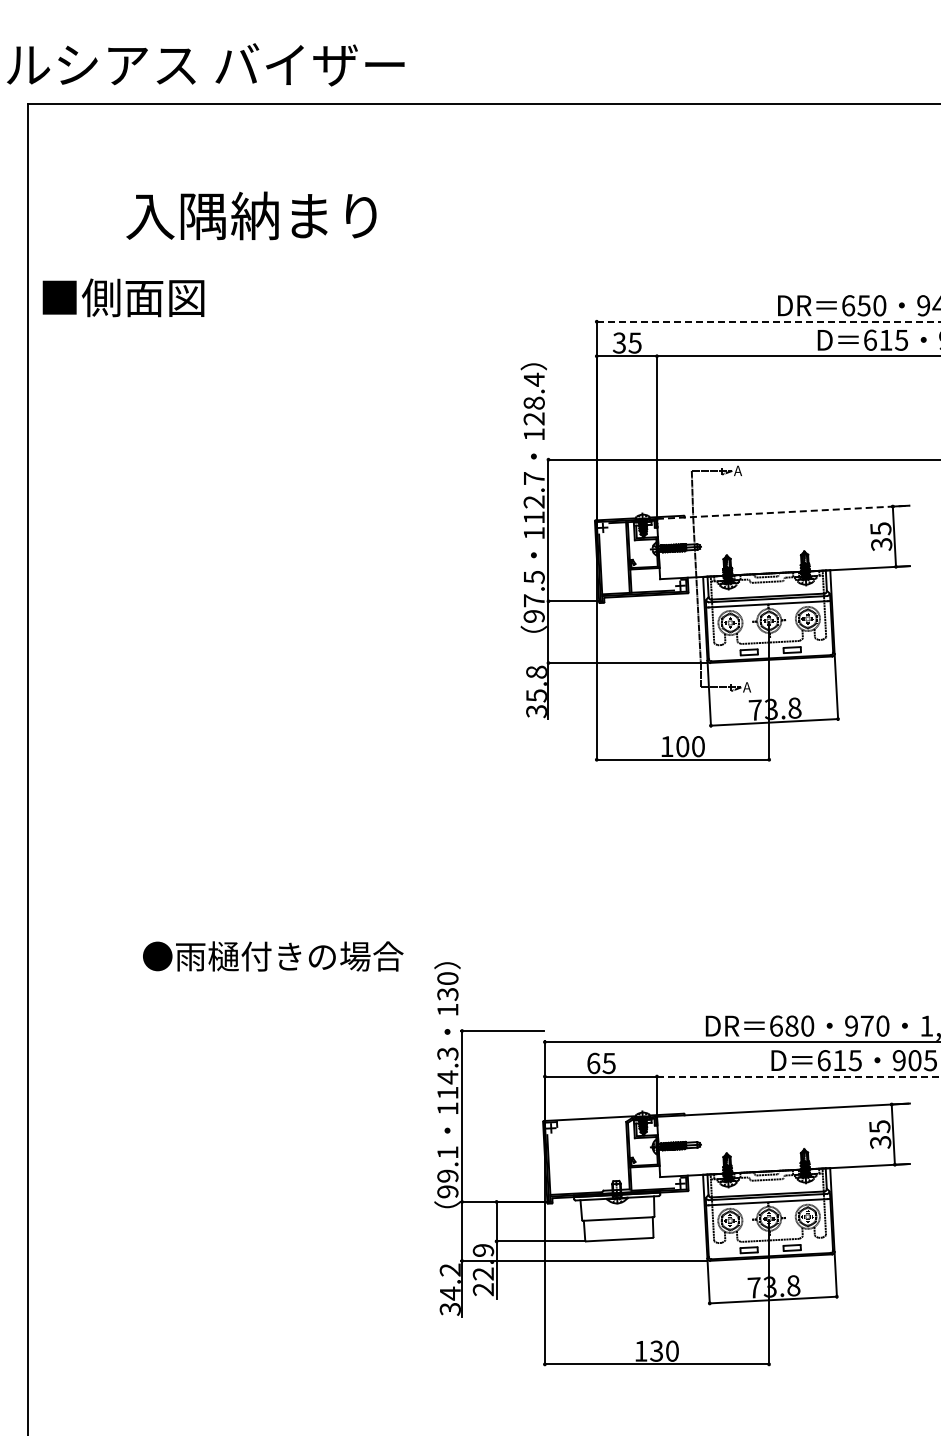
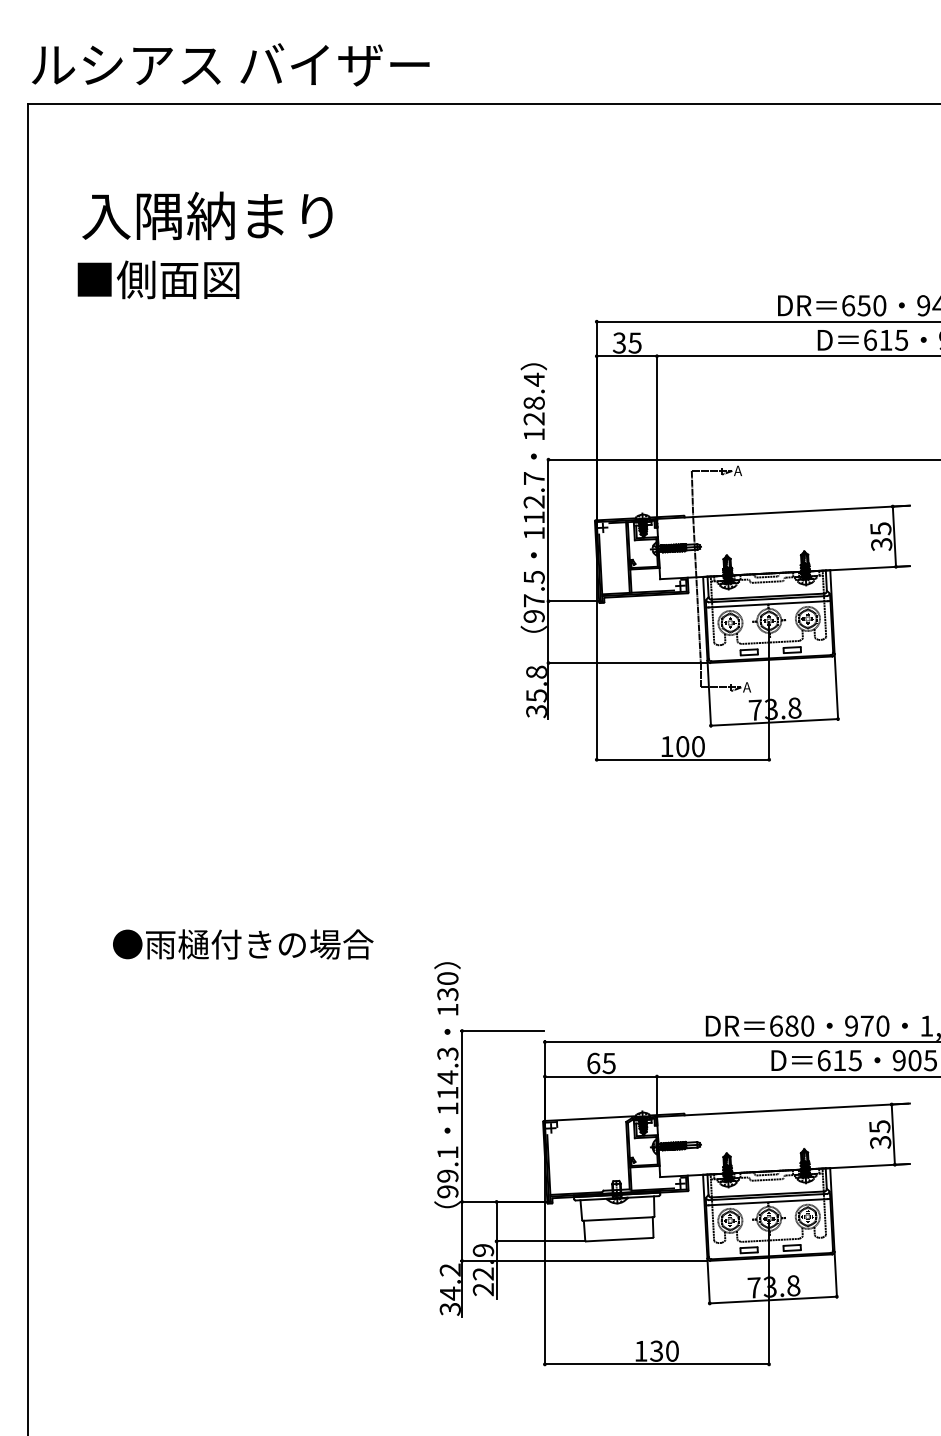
text at (205, 64) position: (205, 64) -> (230, 64)
text at (251, 215) position: (251, 215) -> (207, 215)
text at (123, 297) position: (123, 297) -> (158, 279)
line at (768, 321): dashed -> solid
line at (783, 512): dashed -> solid
text at (273, 956) position: (273, 956) -> (243, 944)
line at (798, 1076): dashed -> solid
